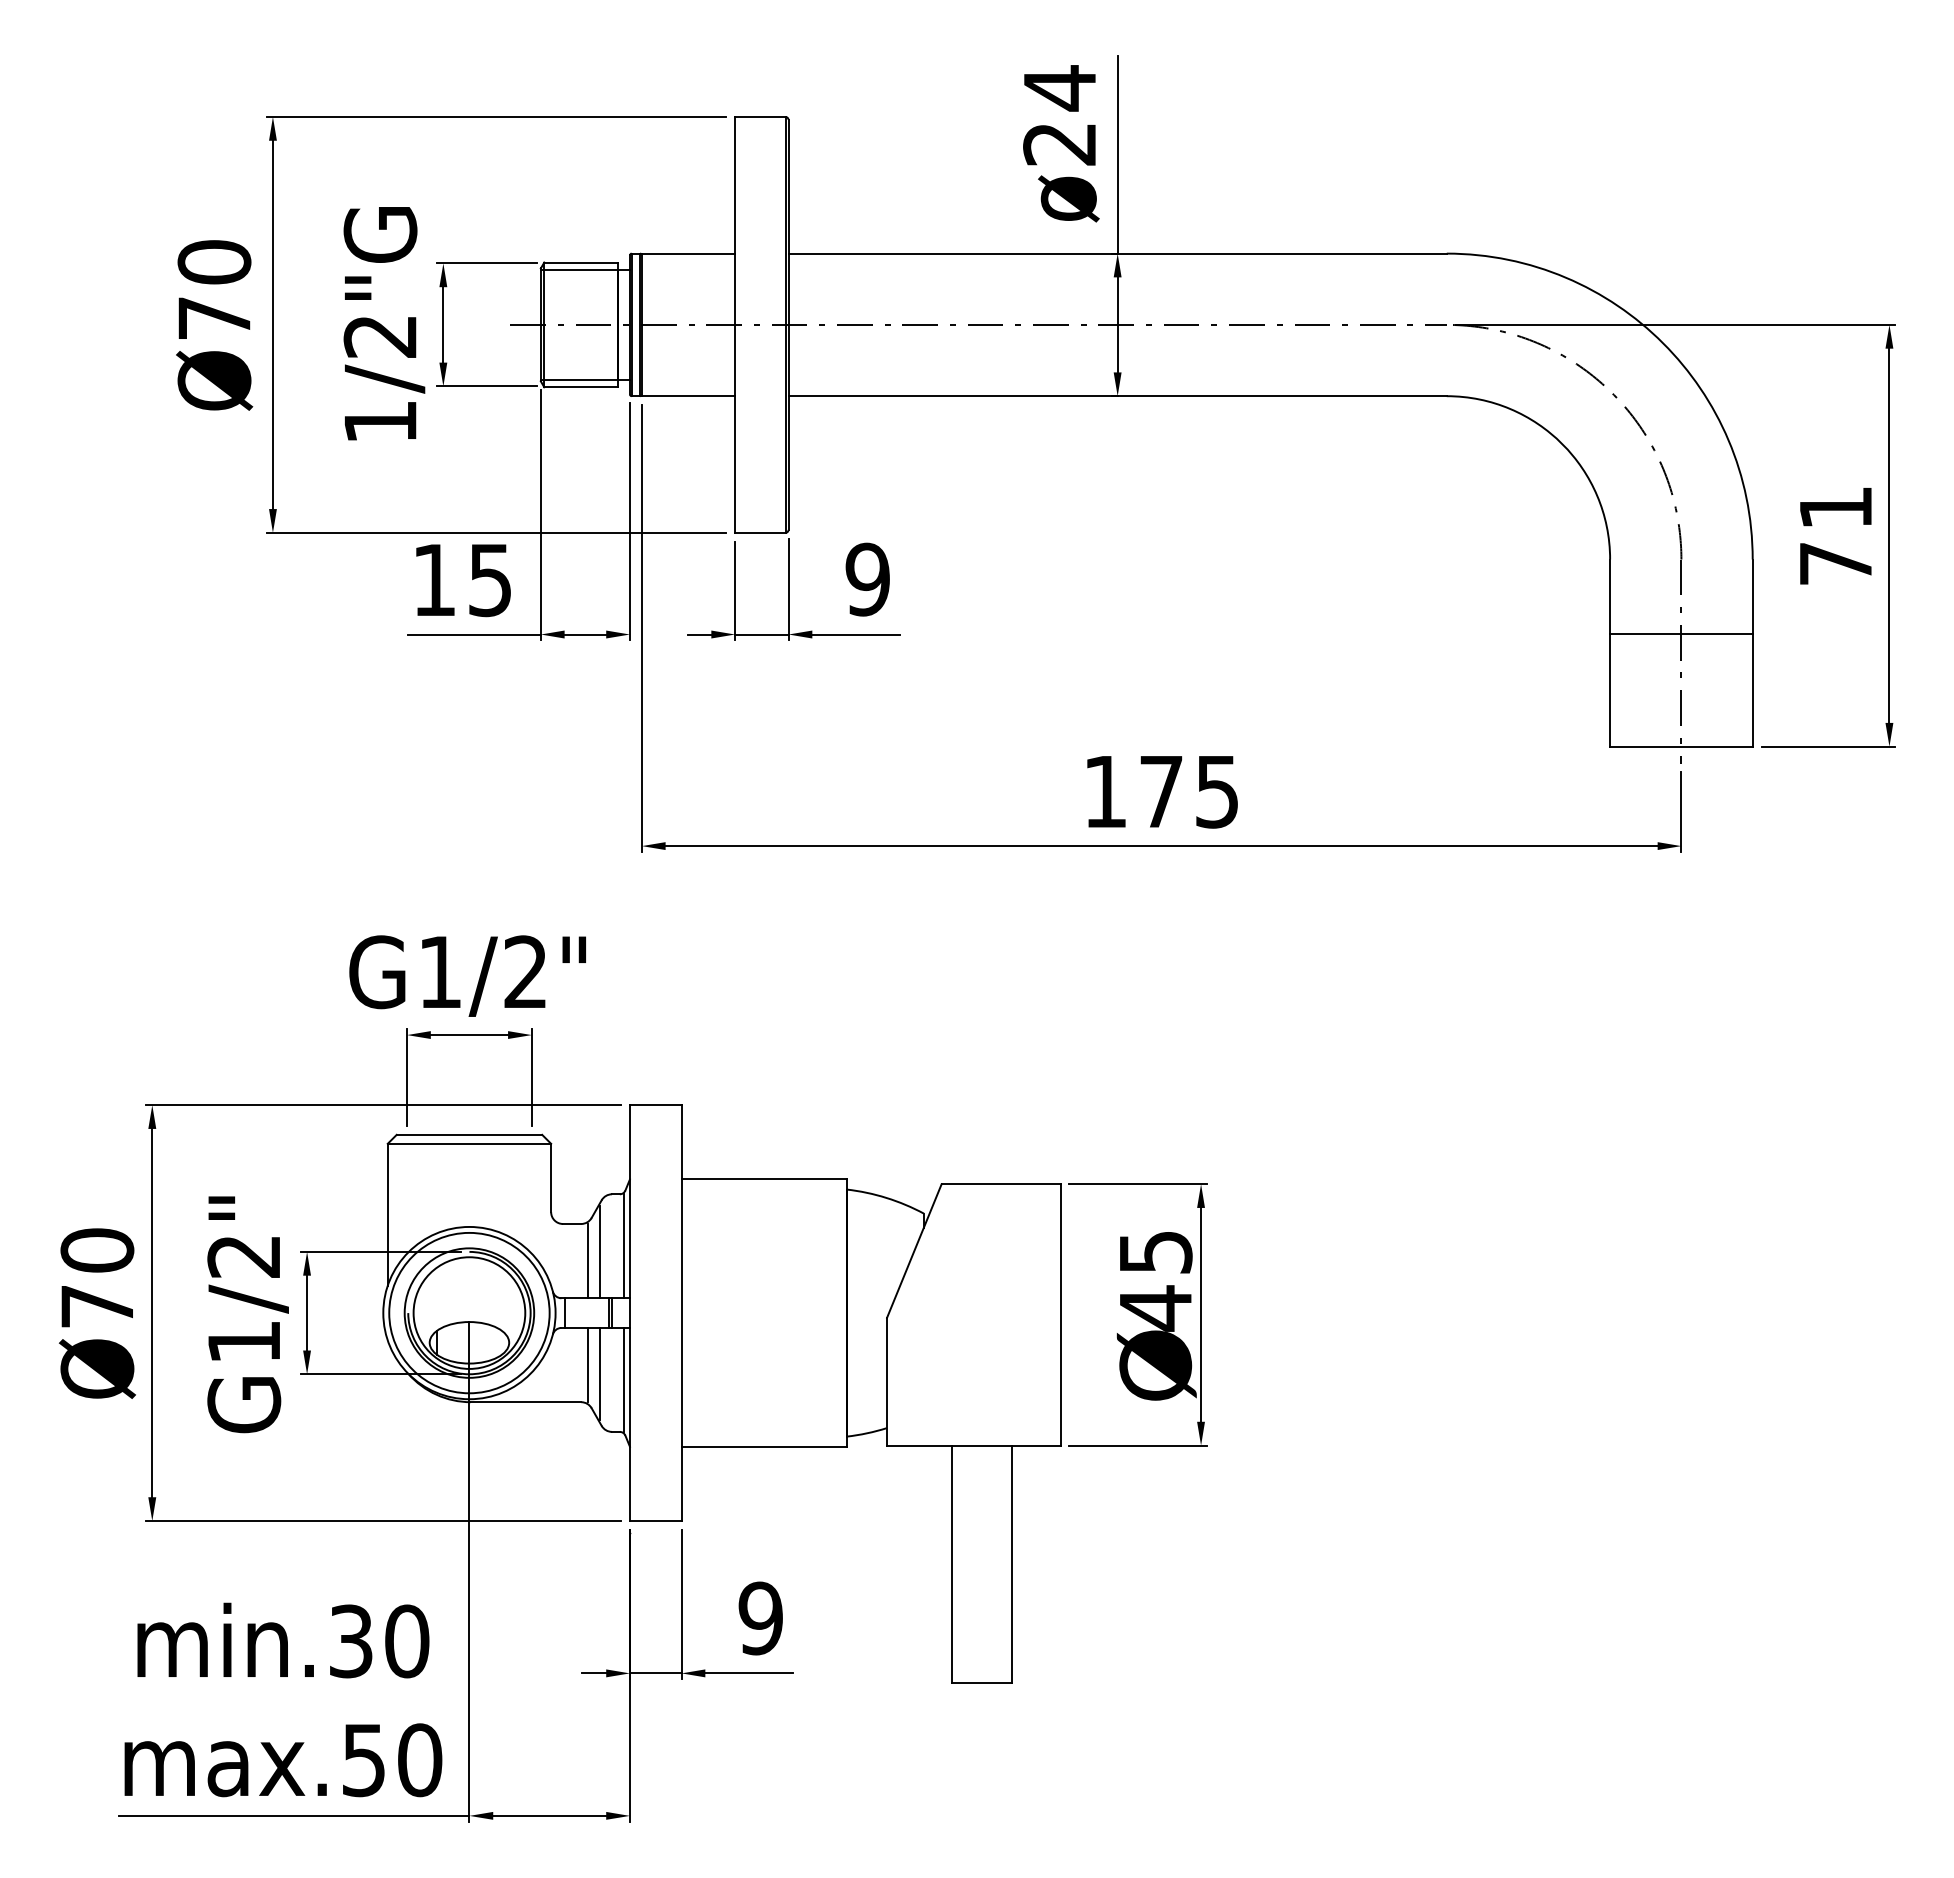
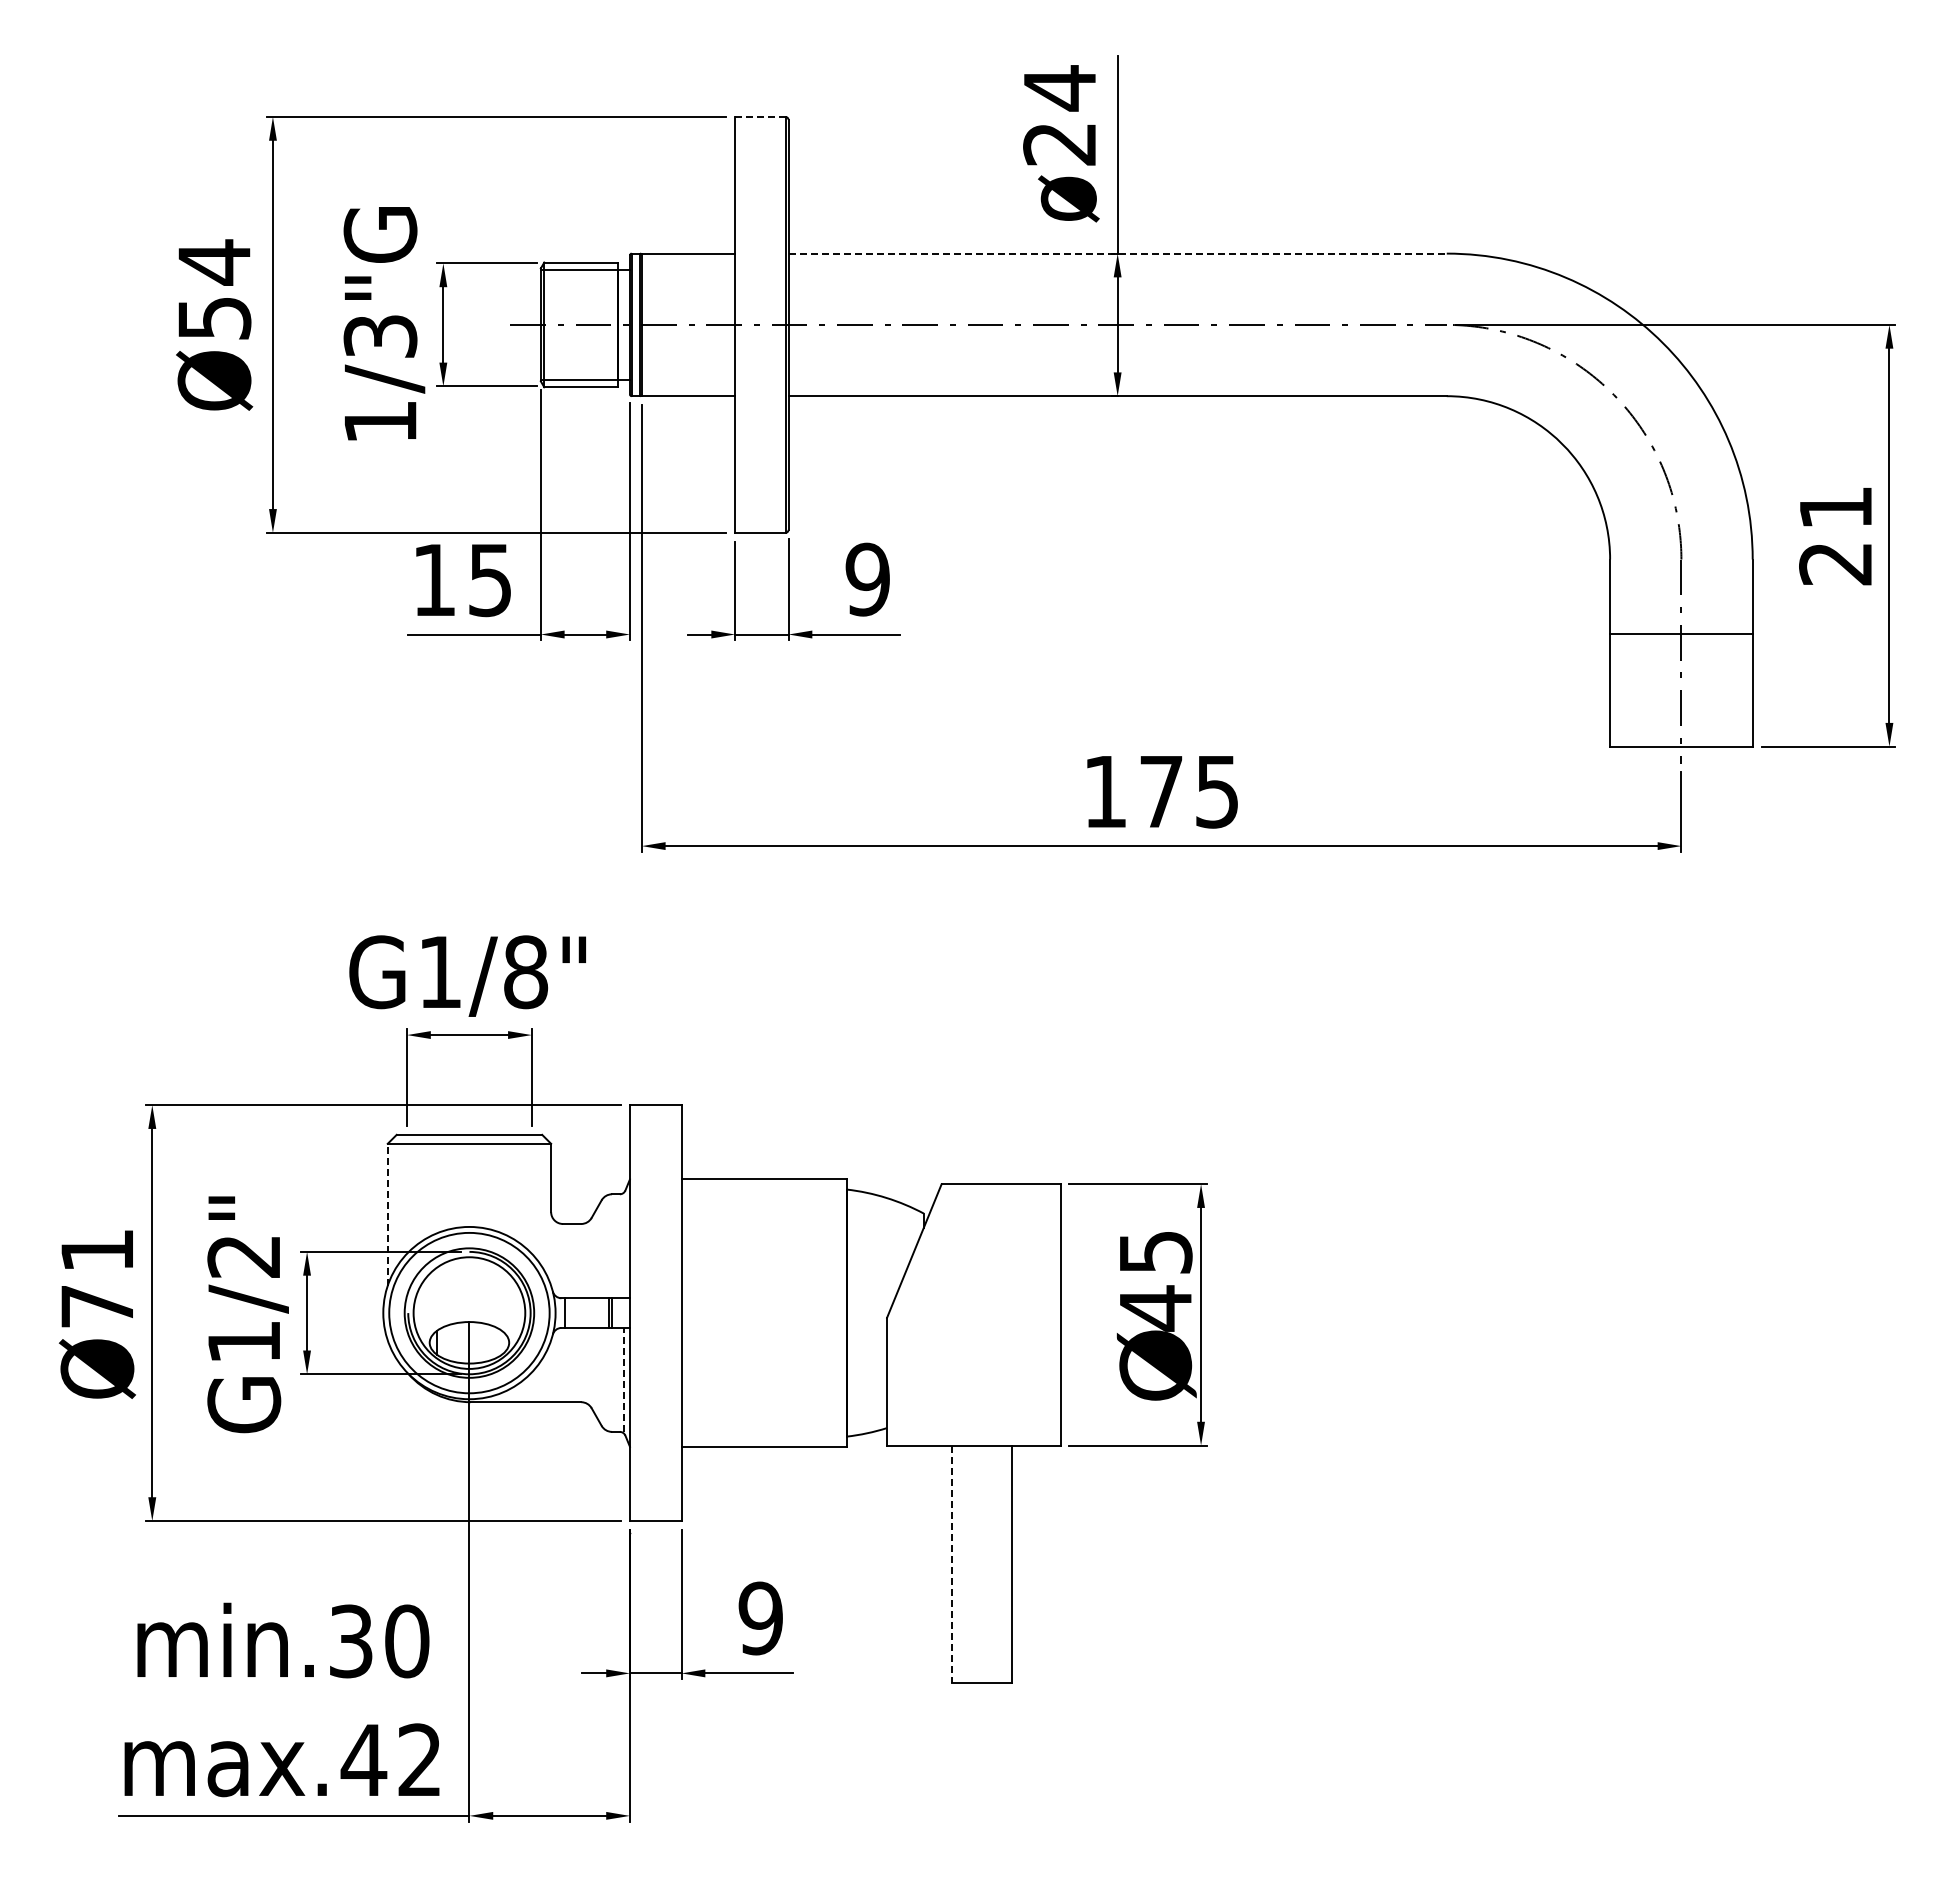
line at (759, 116): solid -> dashed
line at (1118, 253): solid -> dashed
text at (214, 289): Ø70 -> Ø54
text at (380, 336): 1/2"G -> 1/3"G
text at (1835, 564): 71 -> 21
text at (526, 972): G1/2" -> G1/8"
line at (387, 1214): solid -> dashed
line at (623, 1246): present -> none
text at (97, 1250): Ø70 -> Ø71
line at (600, 1252): present -> none
line at (588, 1260): present -> none
line at (588, 1364): present -> none
line at (600, 1373): present -> none
line at (623, 1379): solid -> dashed
line at (952, 1564): solid -> dashed
text at (391, 1760): max.50 -> max.42
